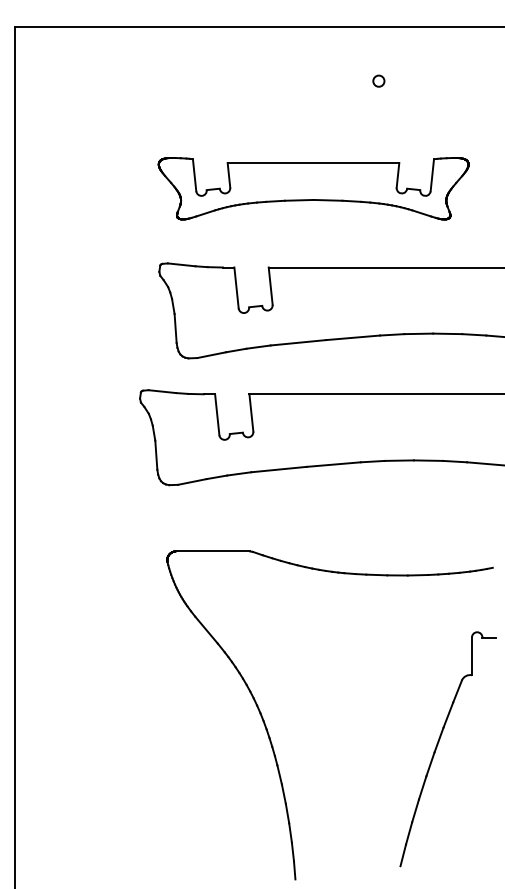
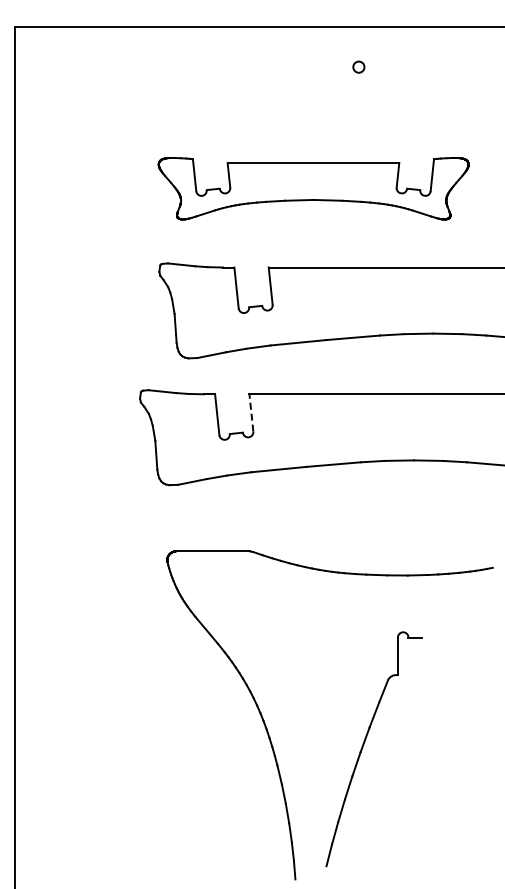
circle at (378, 80) position: (378, 80) -> (358, 66)
line at (251, 412): solid -> dashed
part at (437, 747) position: (437, 747) -> (363, 747)
